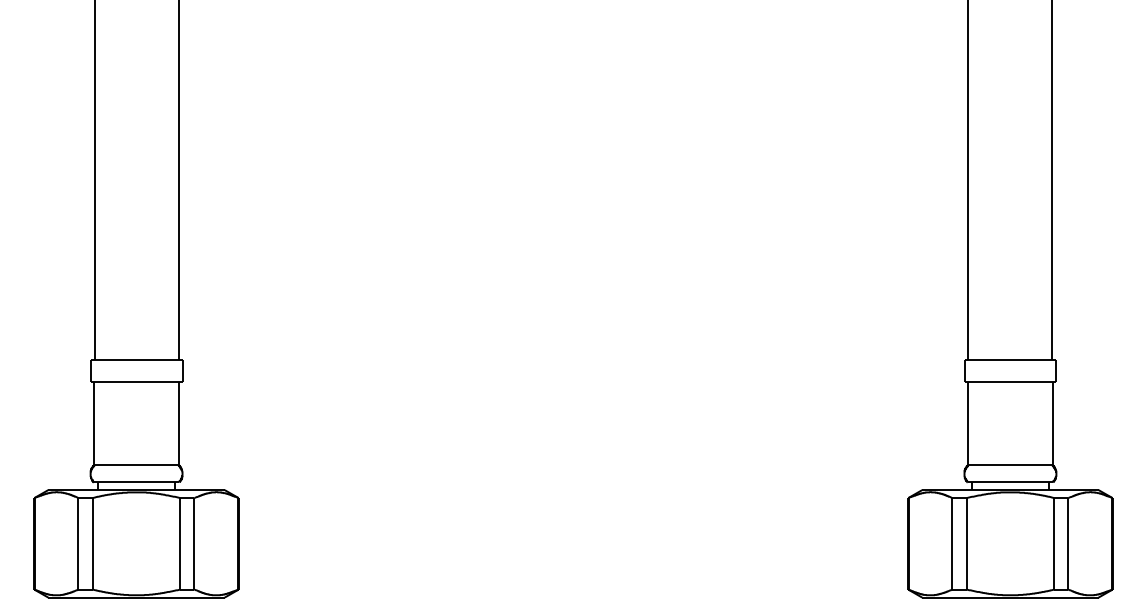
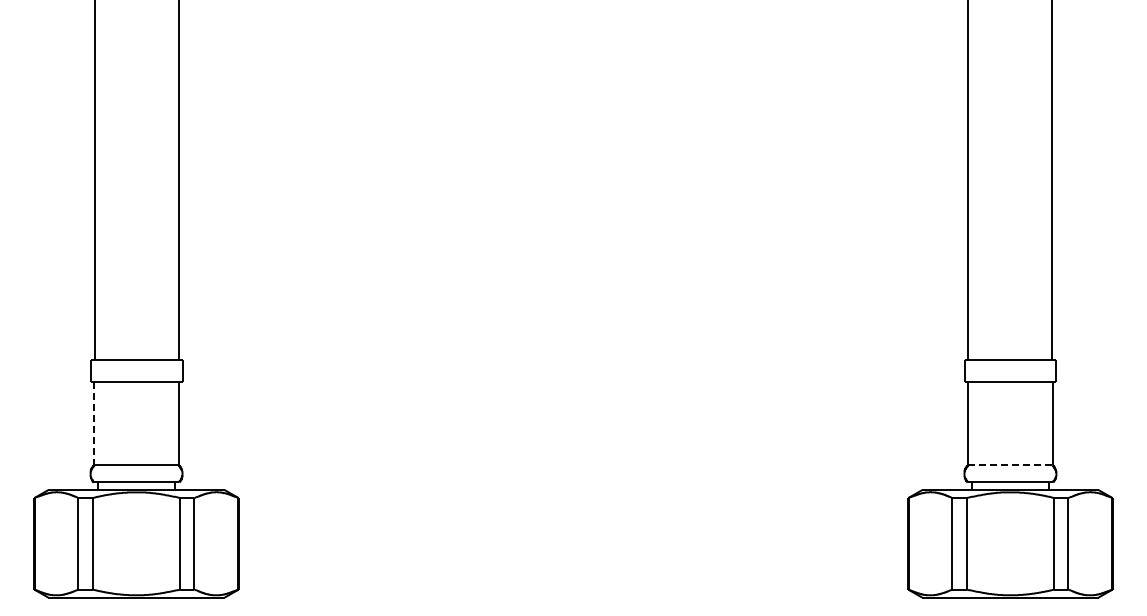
line at (94, 424): solid -> dashed
line at (1010, 465): solid -> dashed
